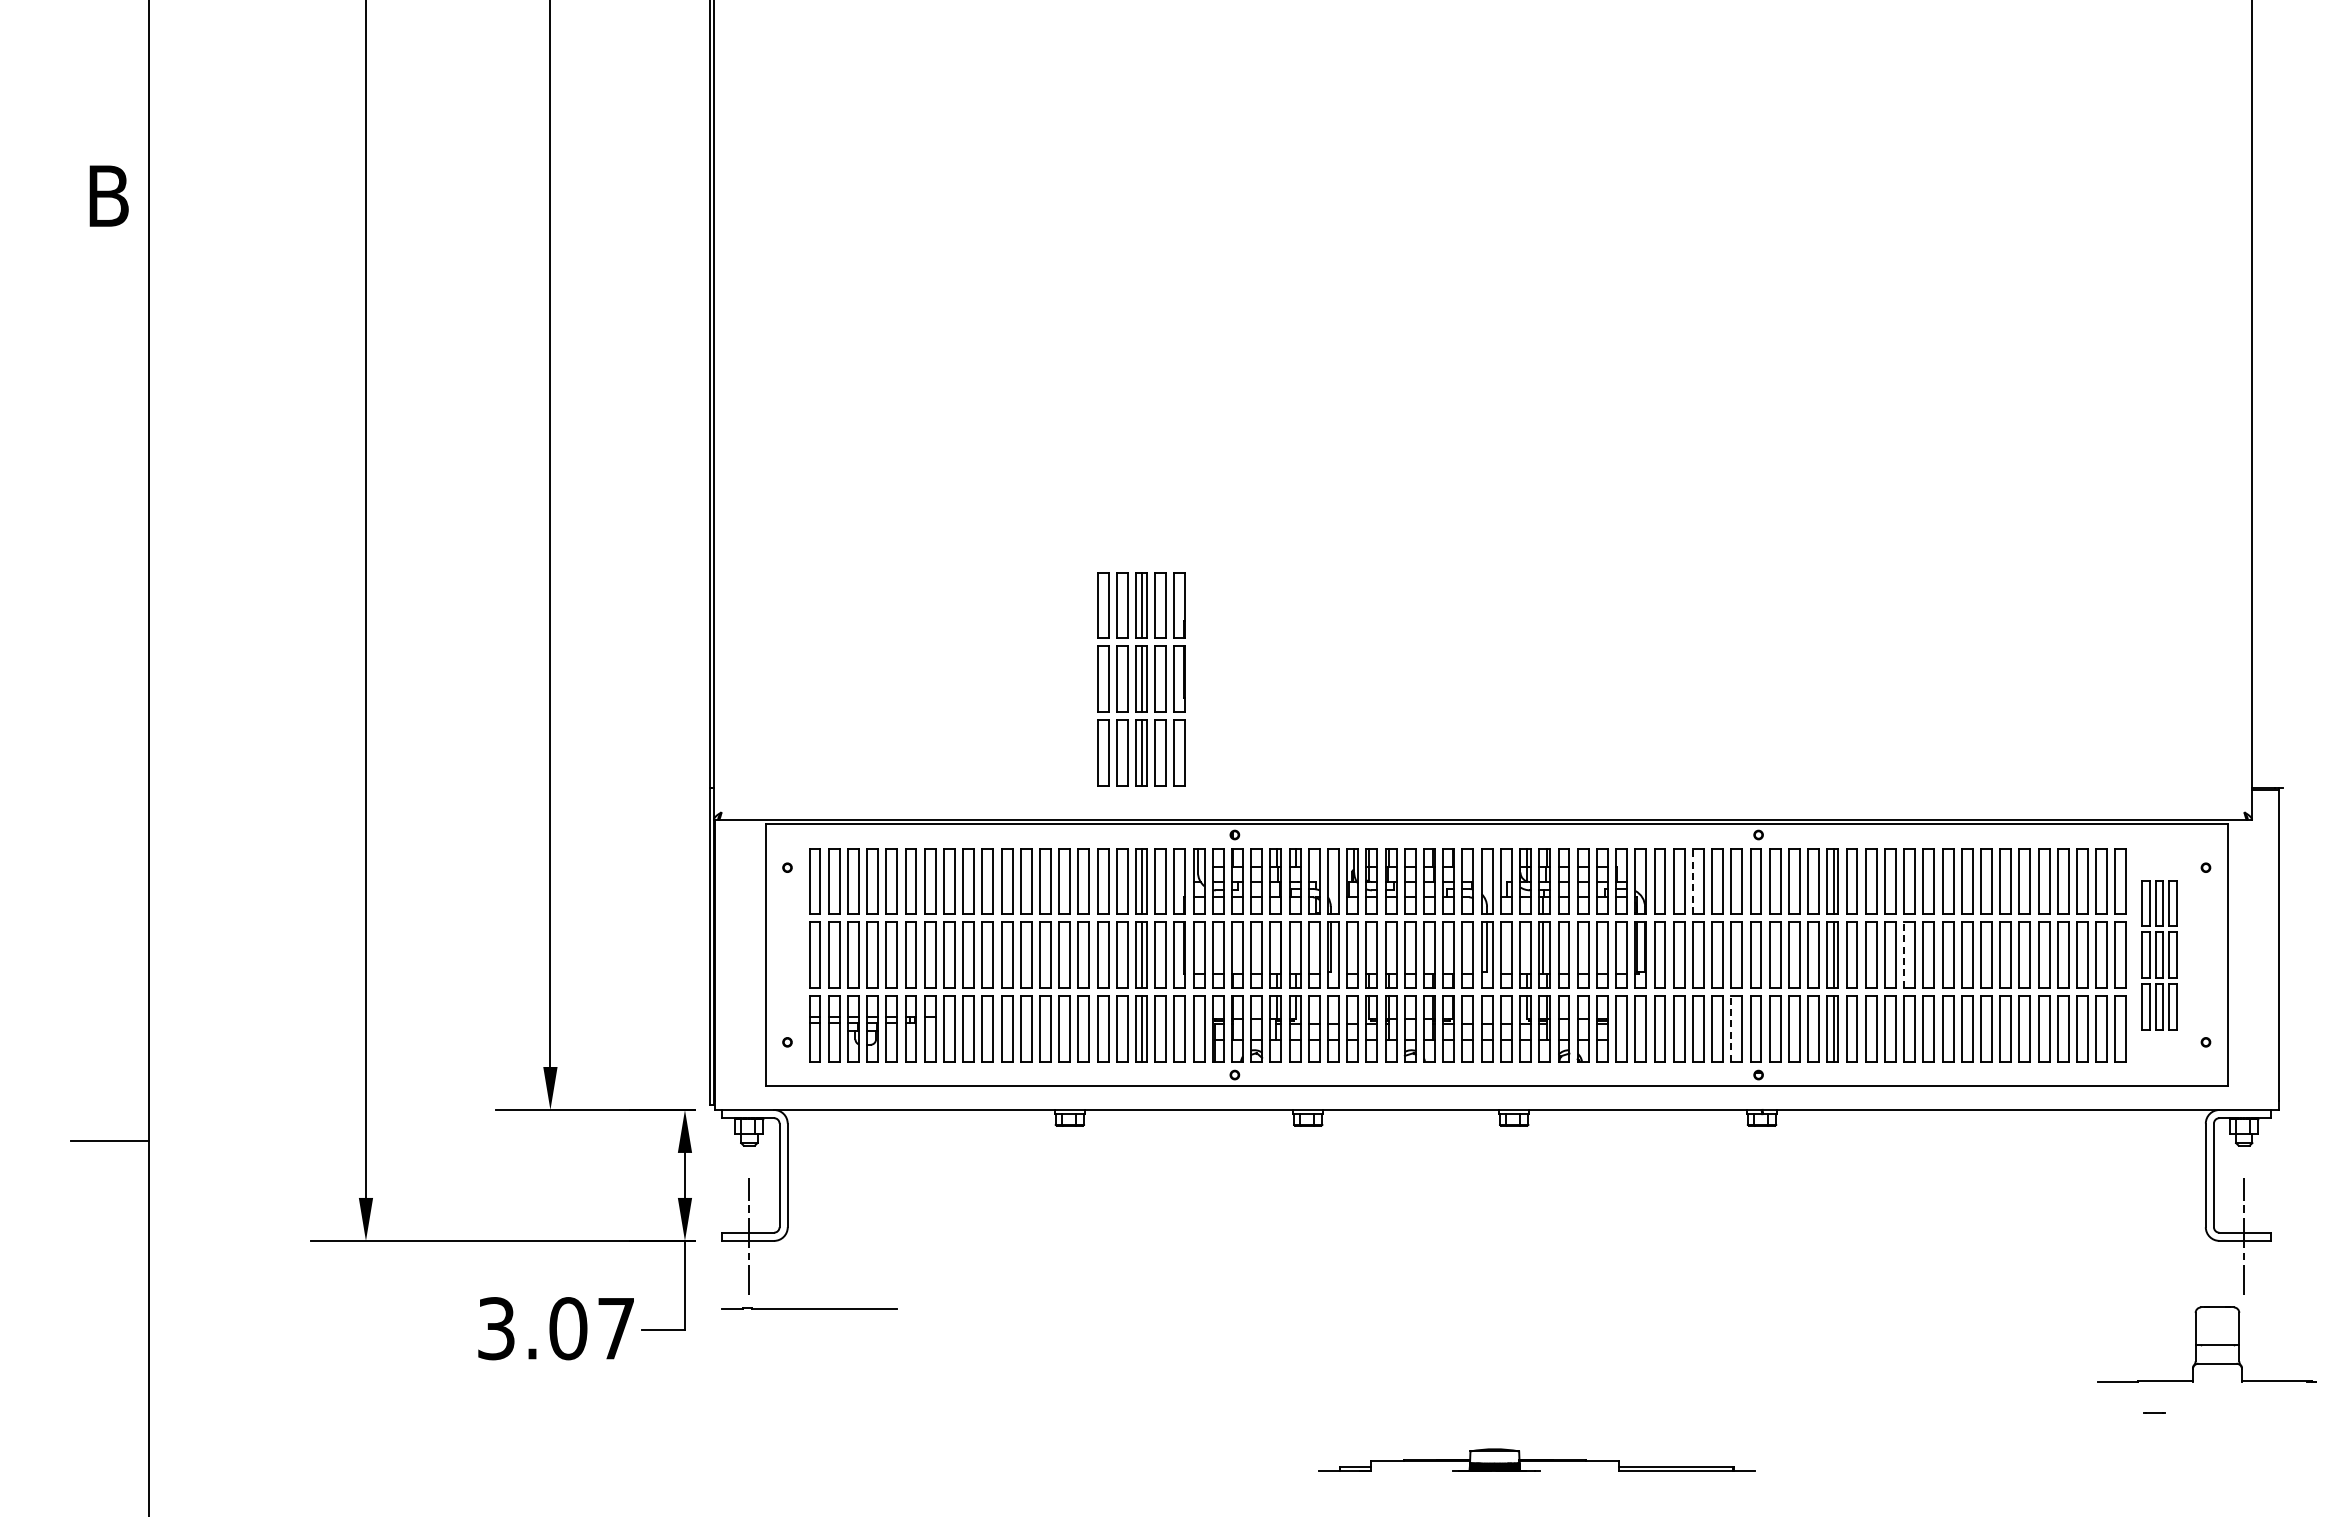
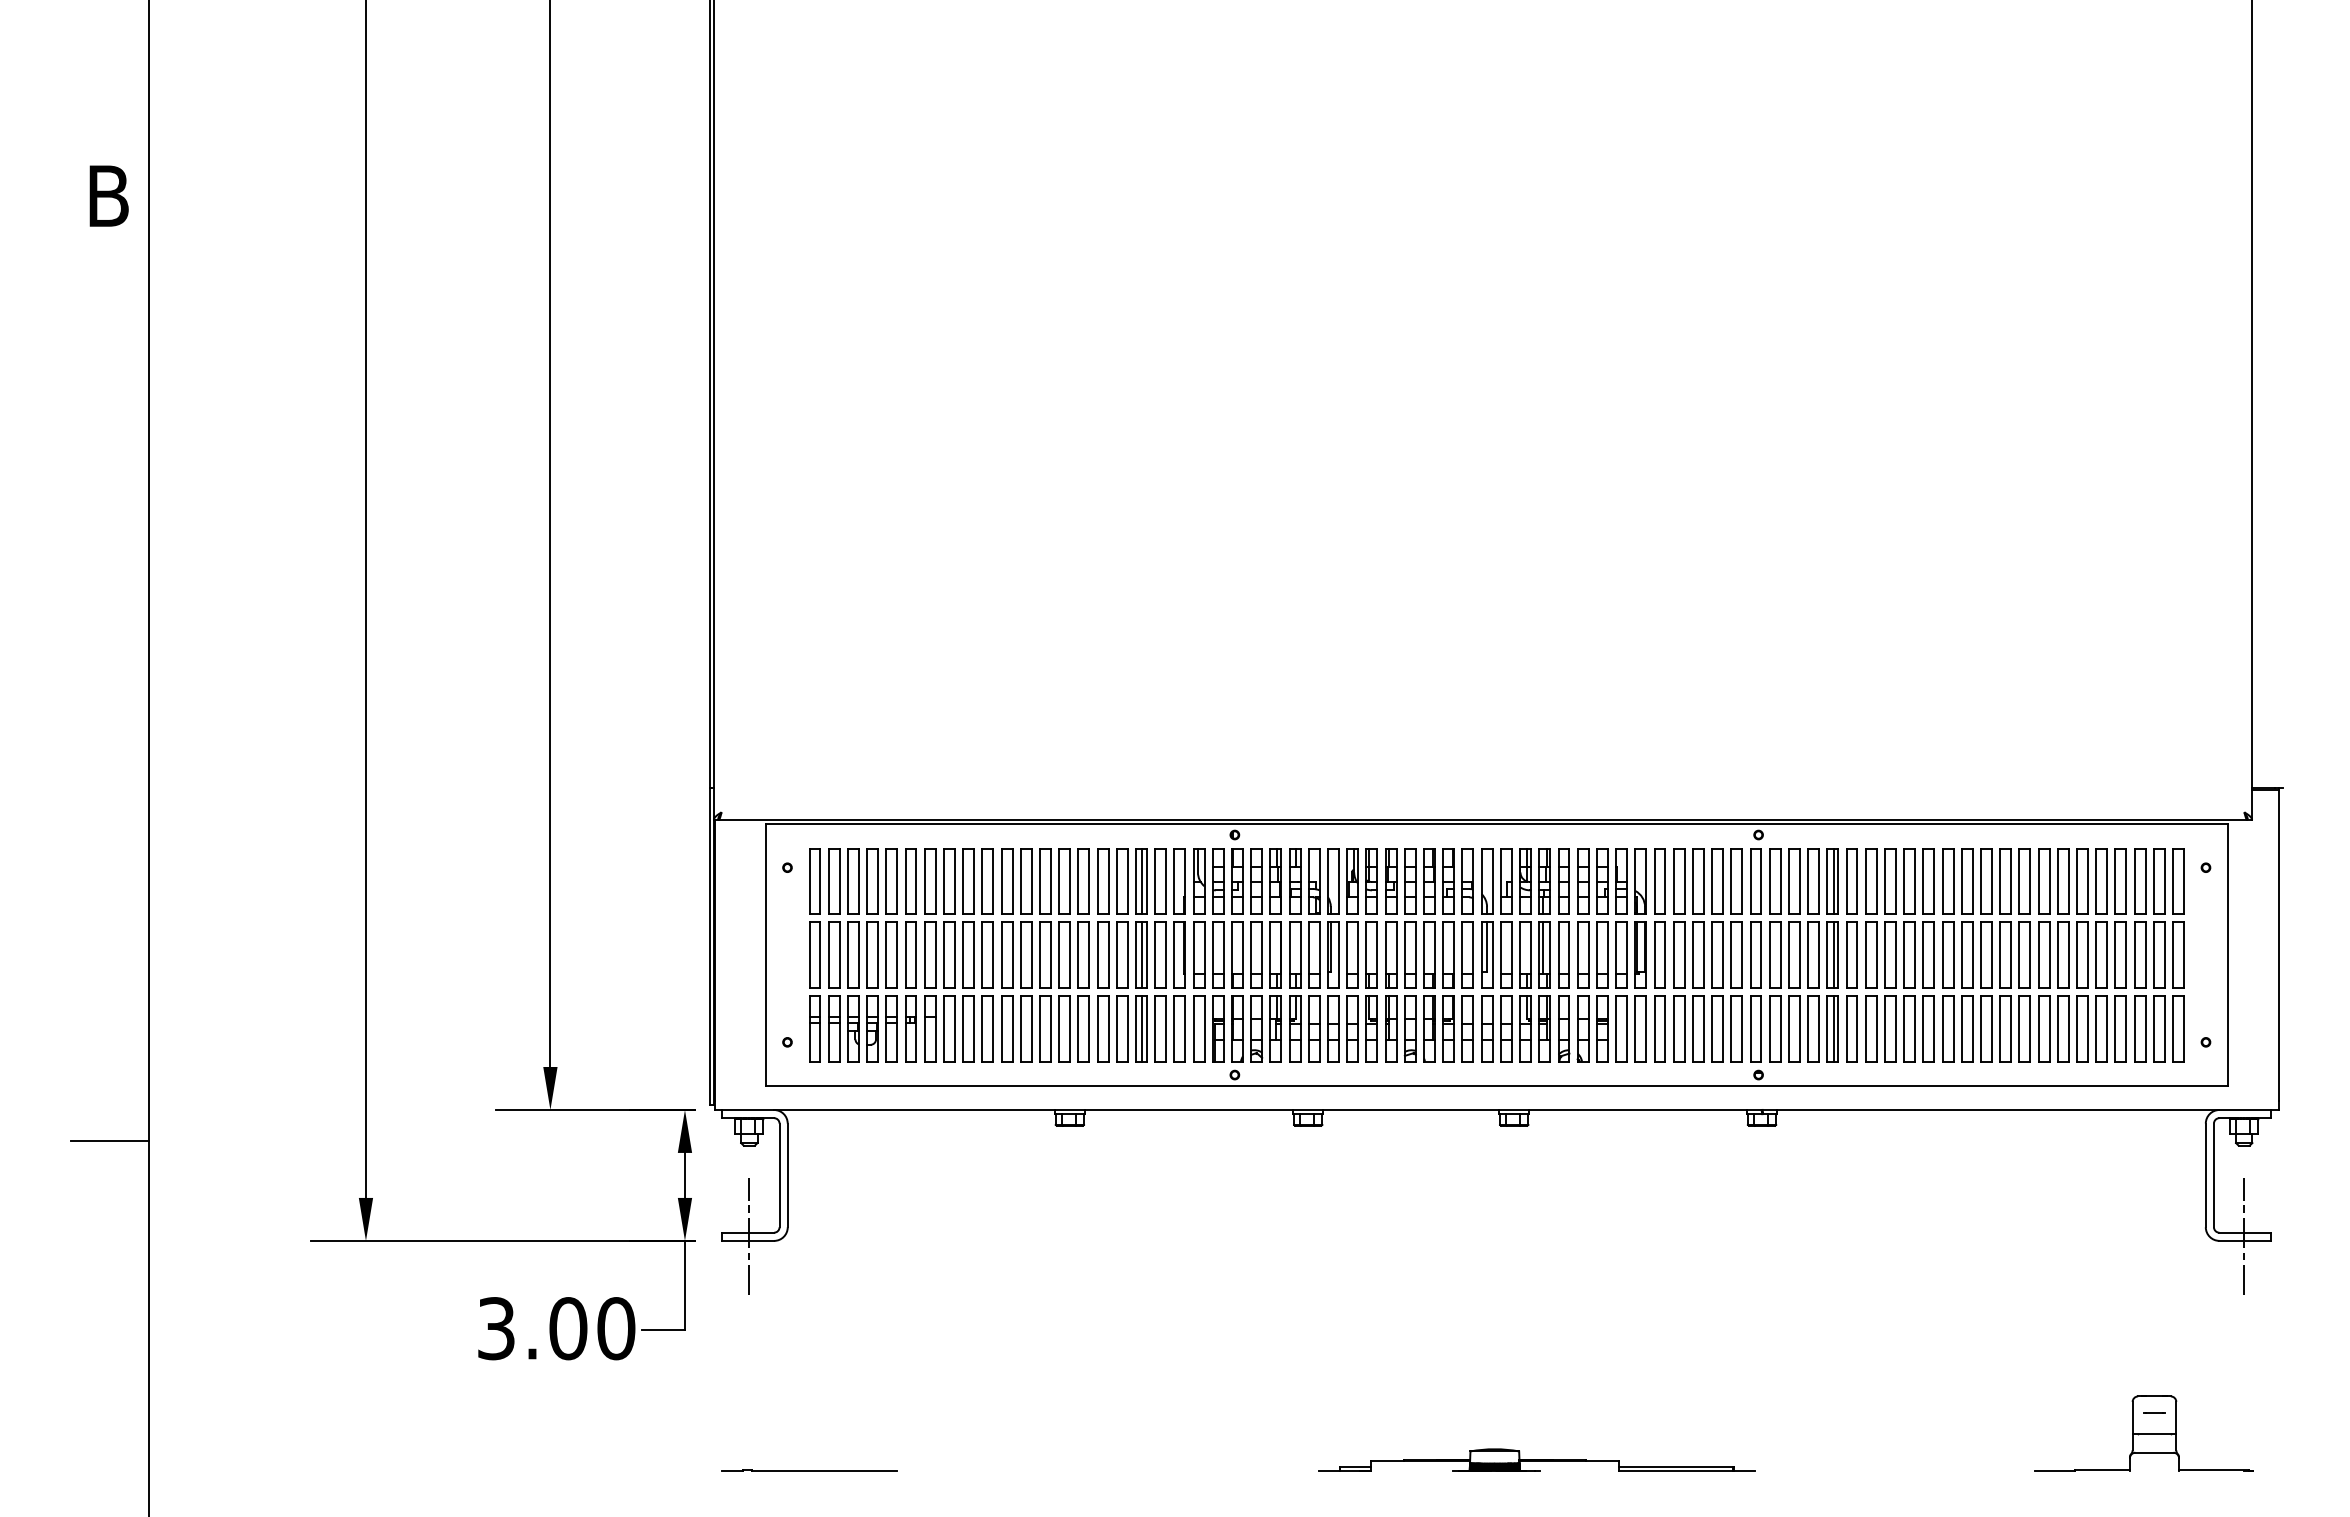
part at (1141, 679): present -> none
line at (1692, 881): dashed -> solid
line at (1904, 955): dashed -> solid
part at (2159, 955) size: 37x151 px -> 51x215 px
line at (1731, 1028): dashed -> solid
line at (809, 1308) position: (809, 1308) -> (809, 1470)
text at (616, 1328): 3.07 -> 3.00
part at (2206, 1344) position: (2206, 1344) -> (2143, 1433)
